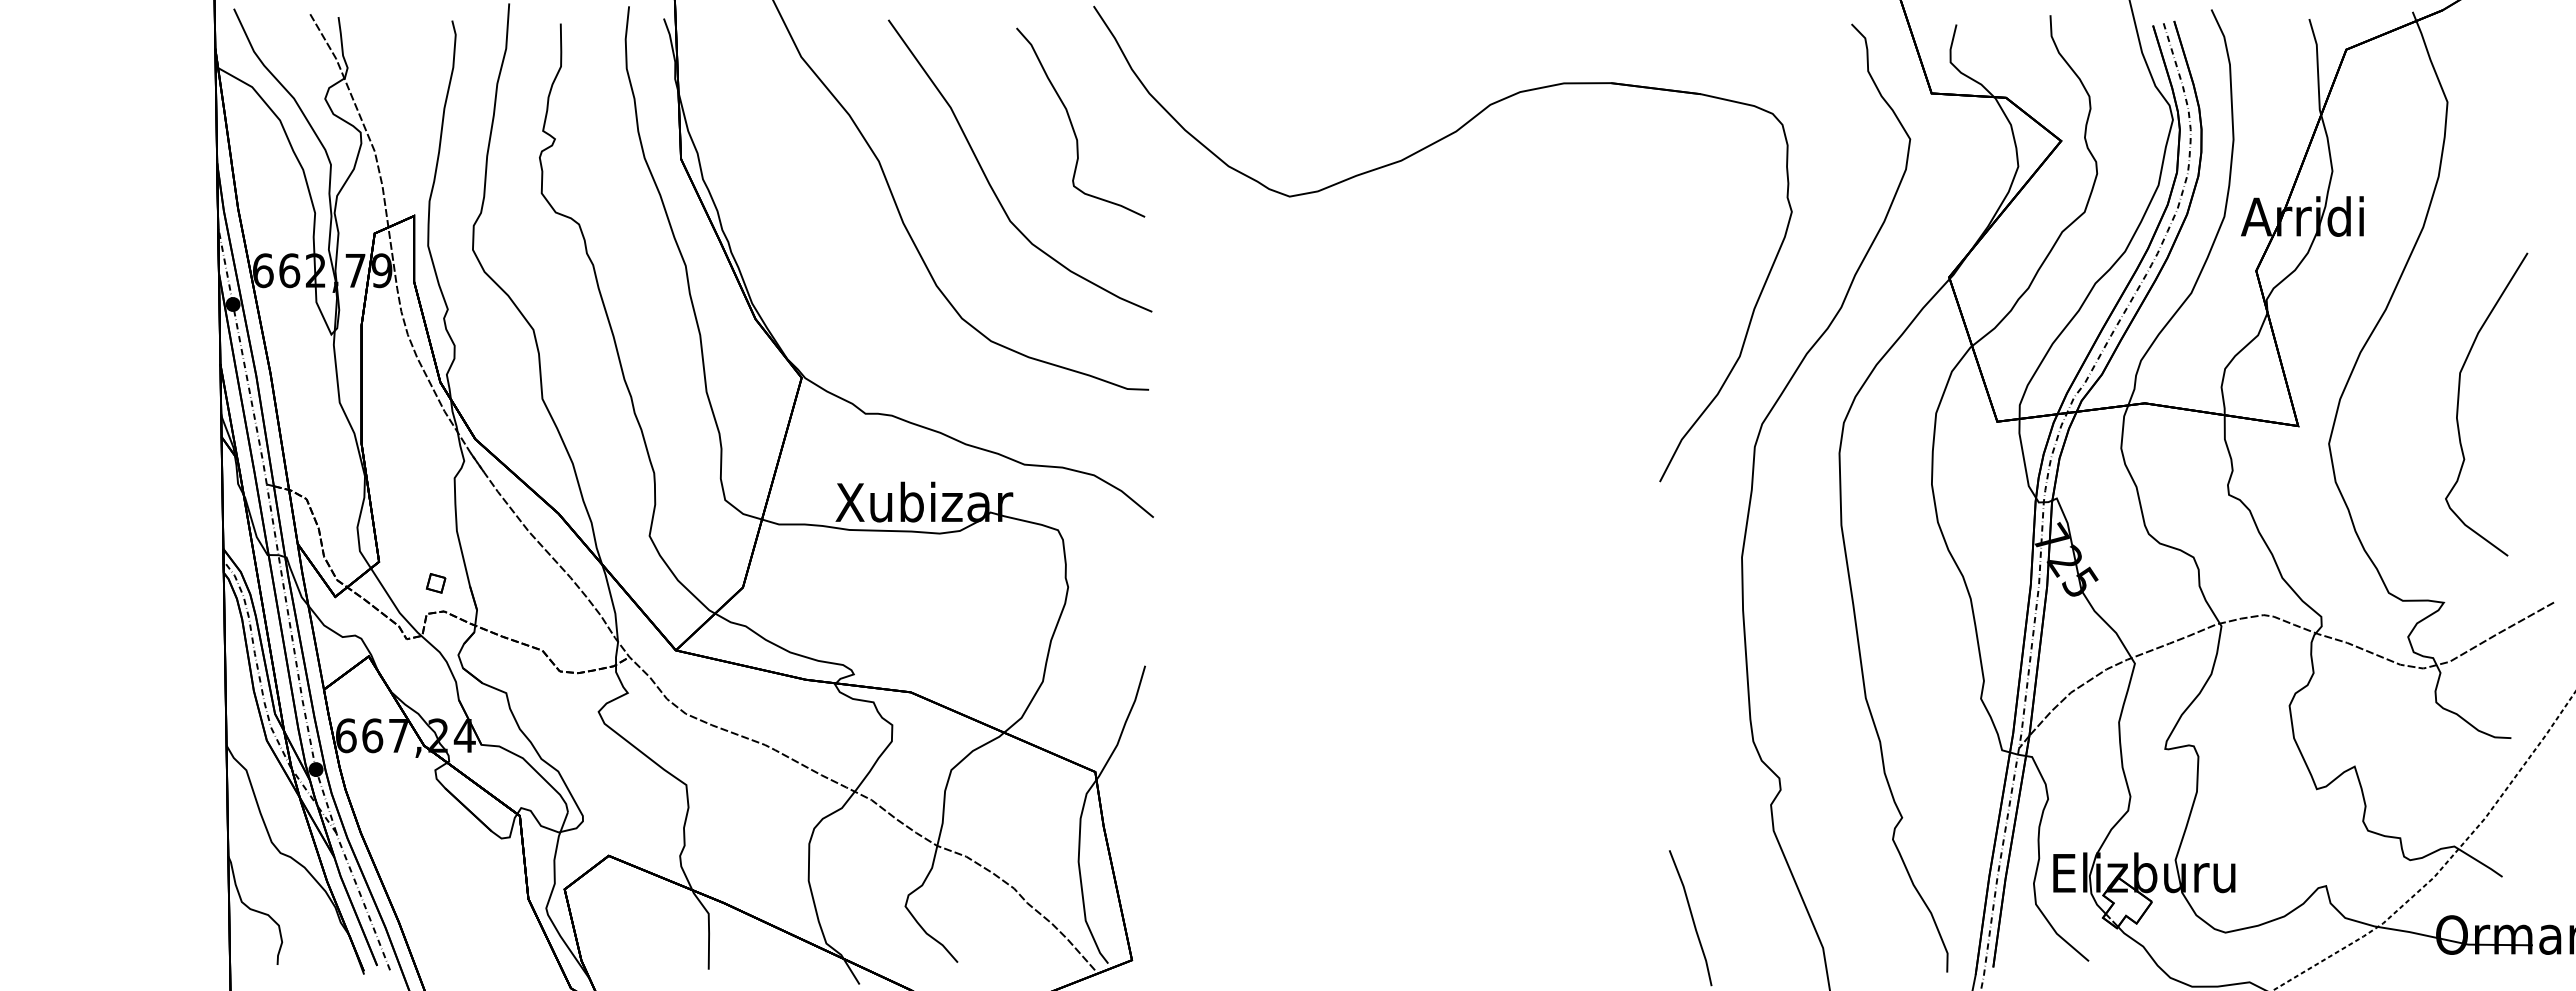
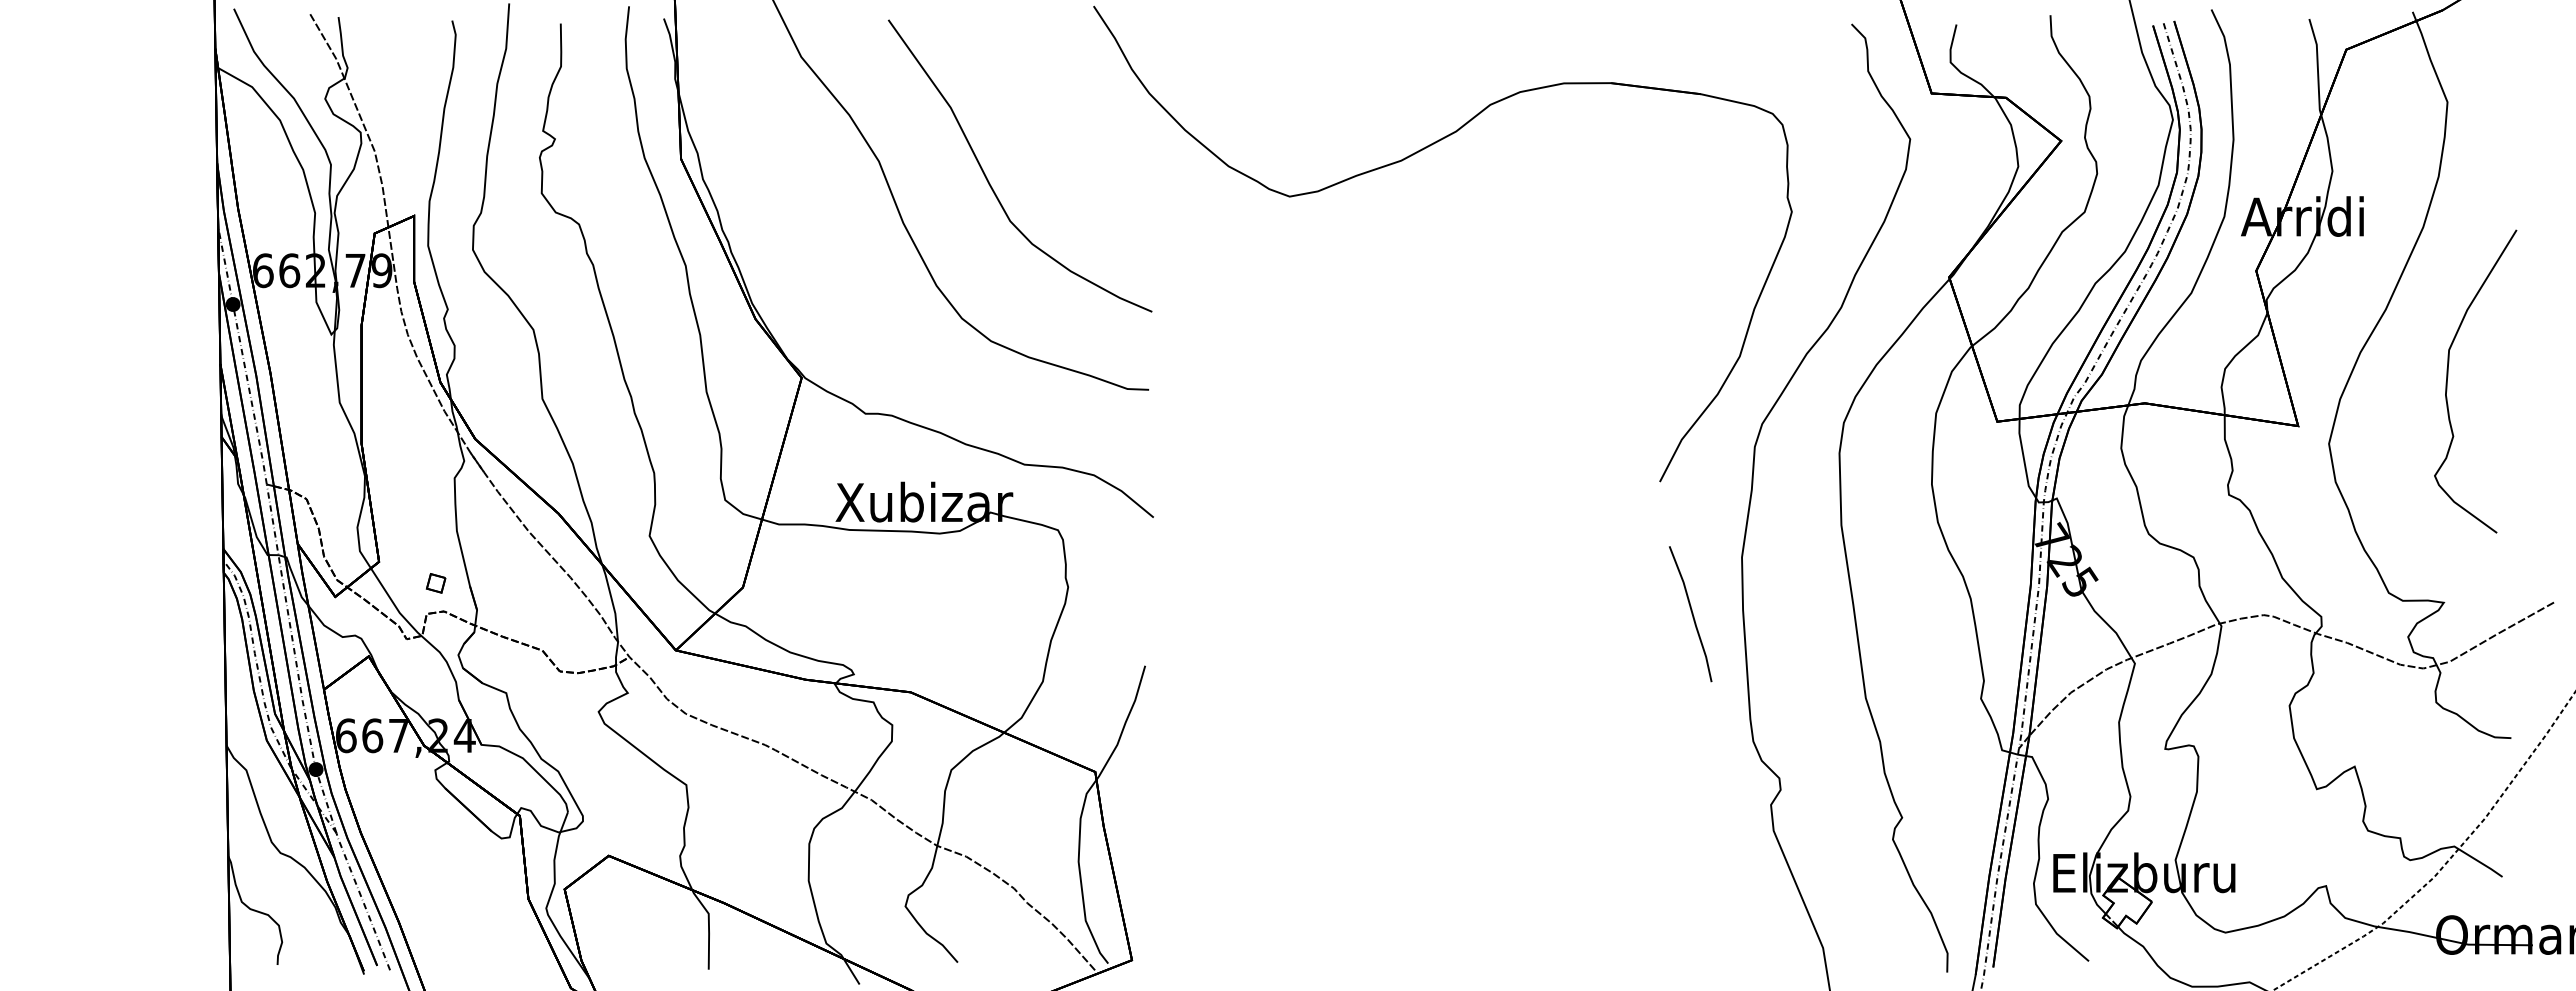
curve at (1072, 123): present -> none
curve at (2459, 400) position: (2459, 400) -> (2448, 377)
line at (1691, 918) position: (1691, 918) -> (1691, 614)
